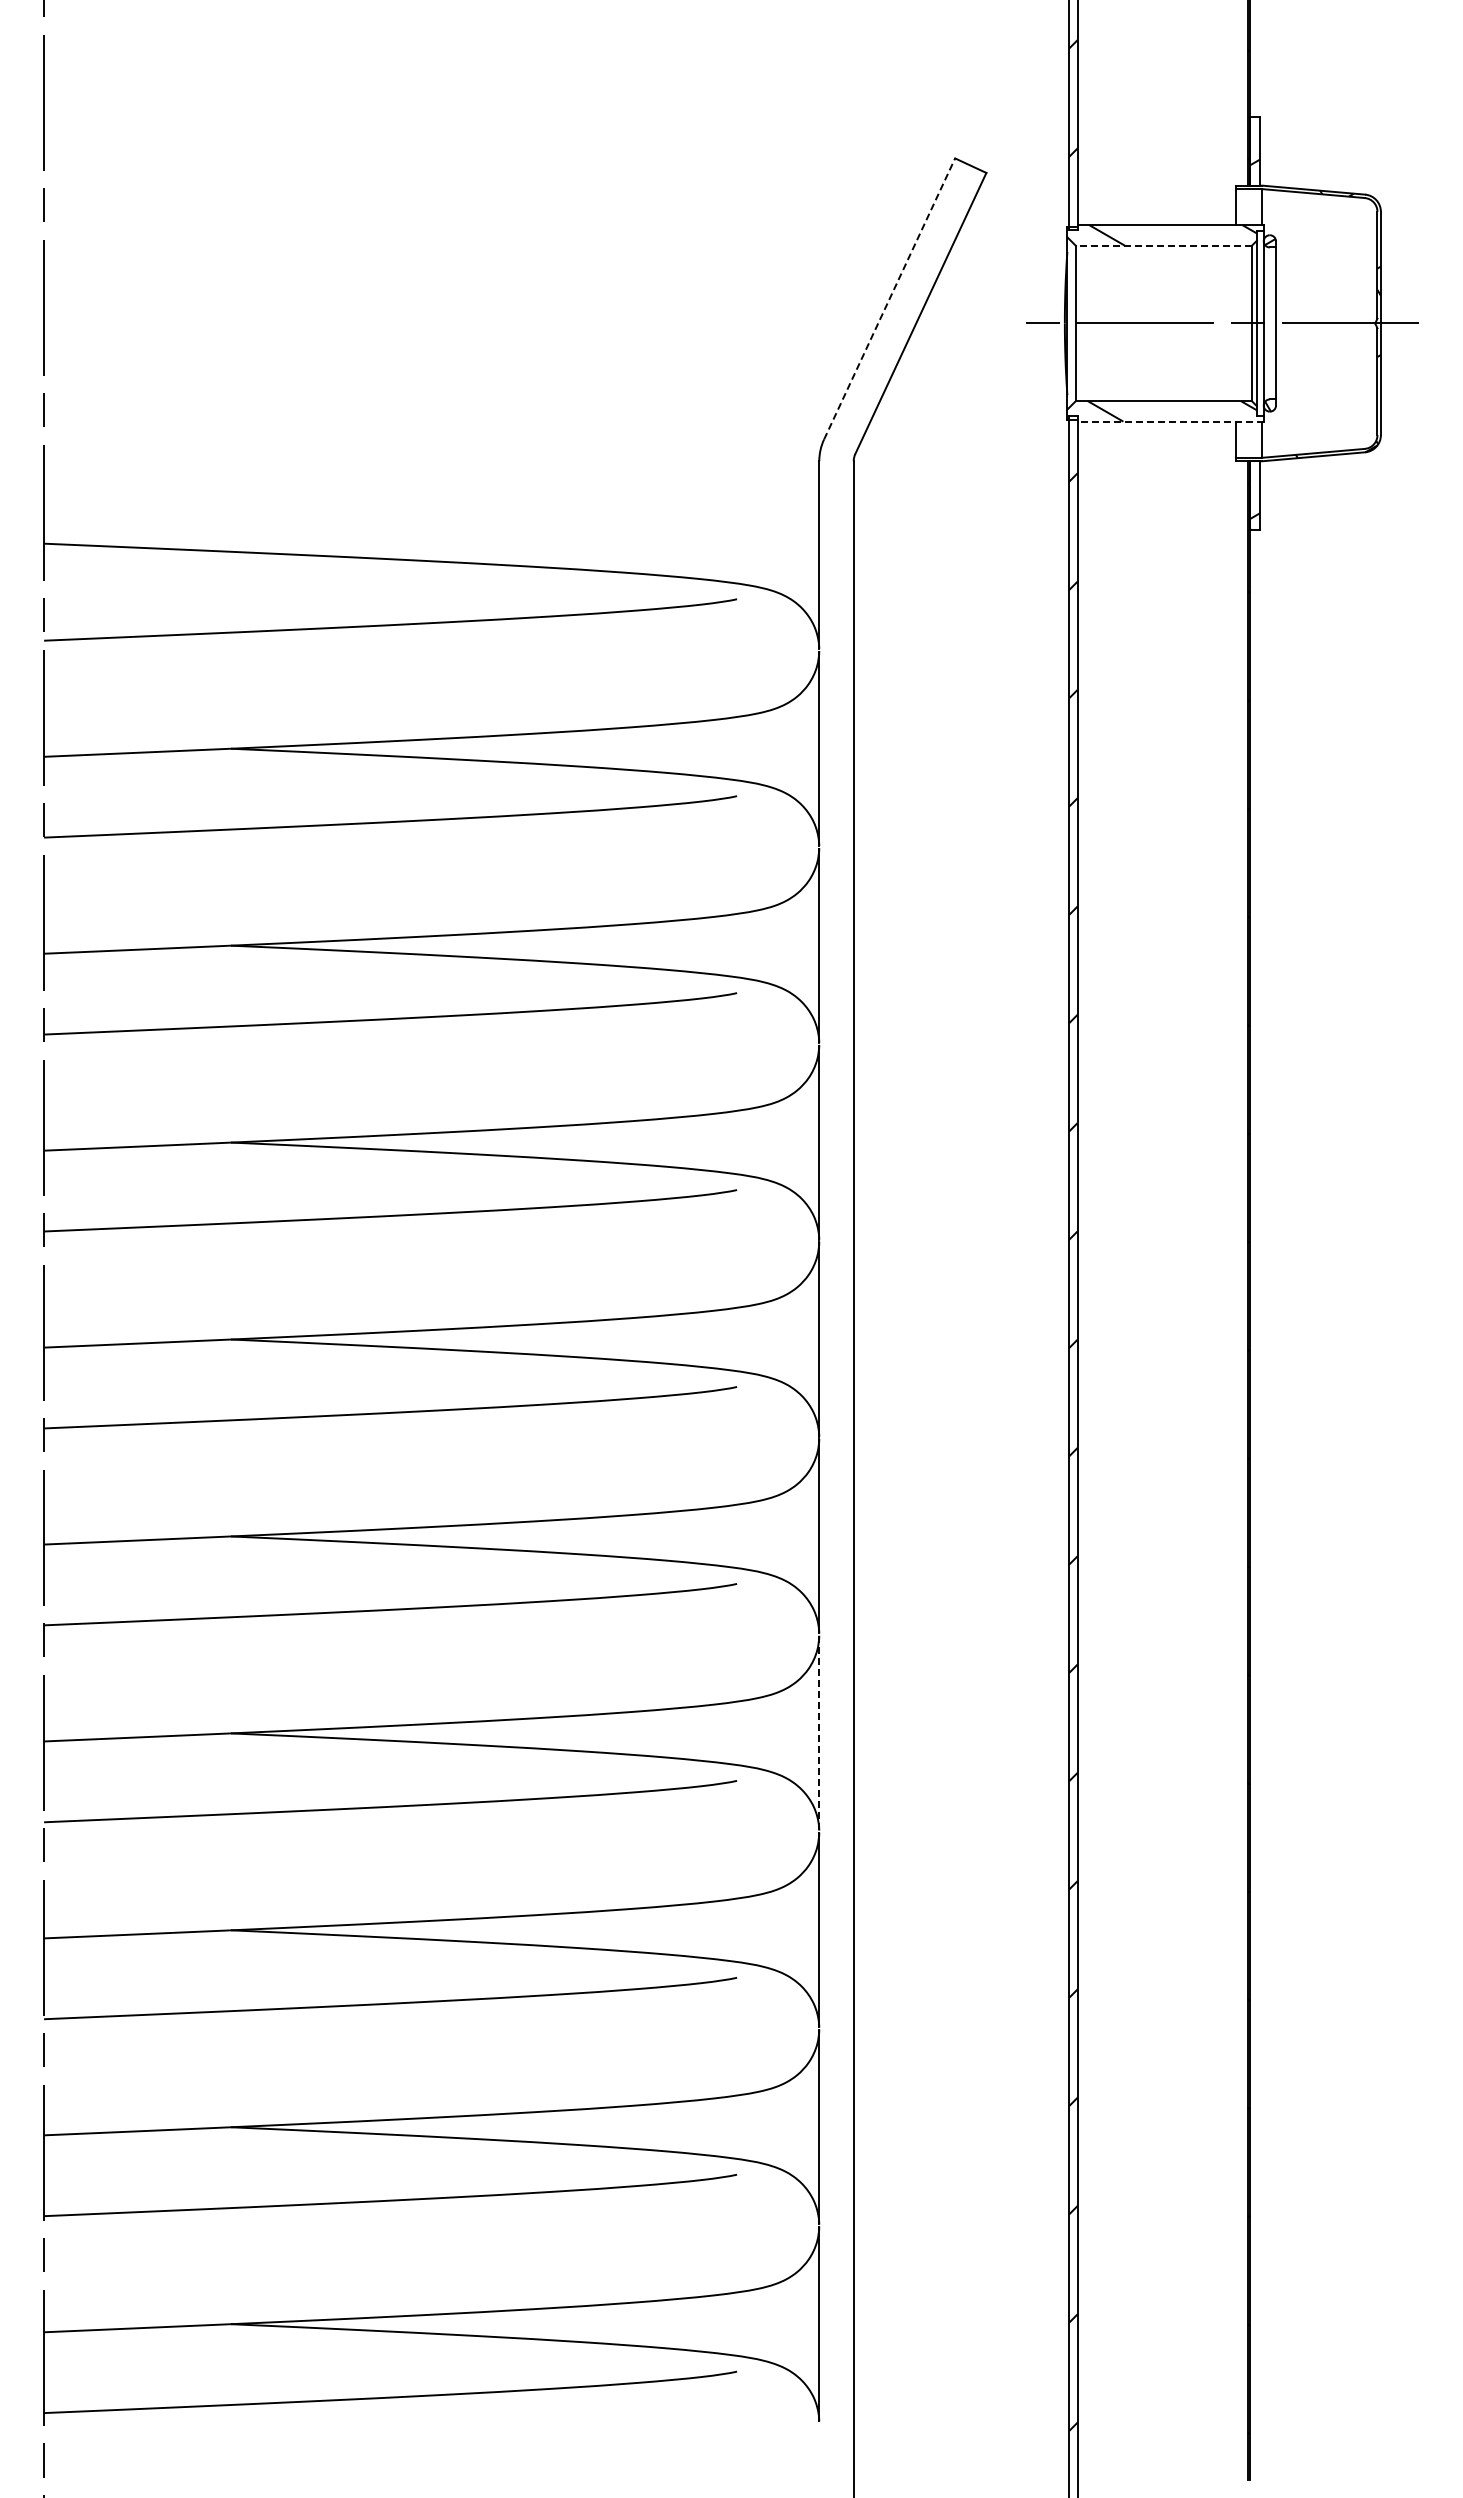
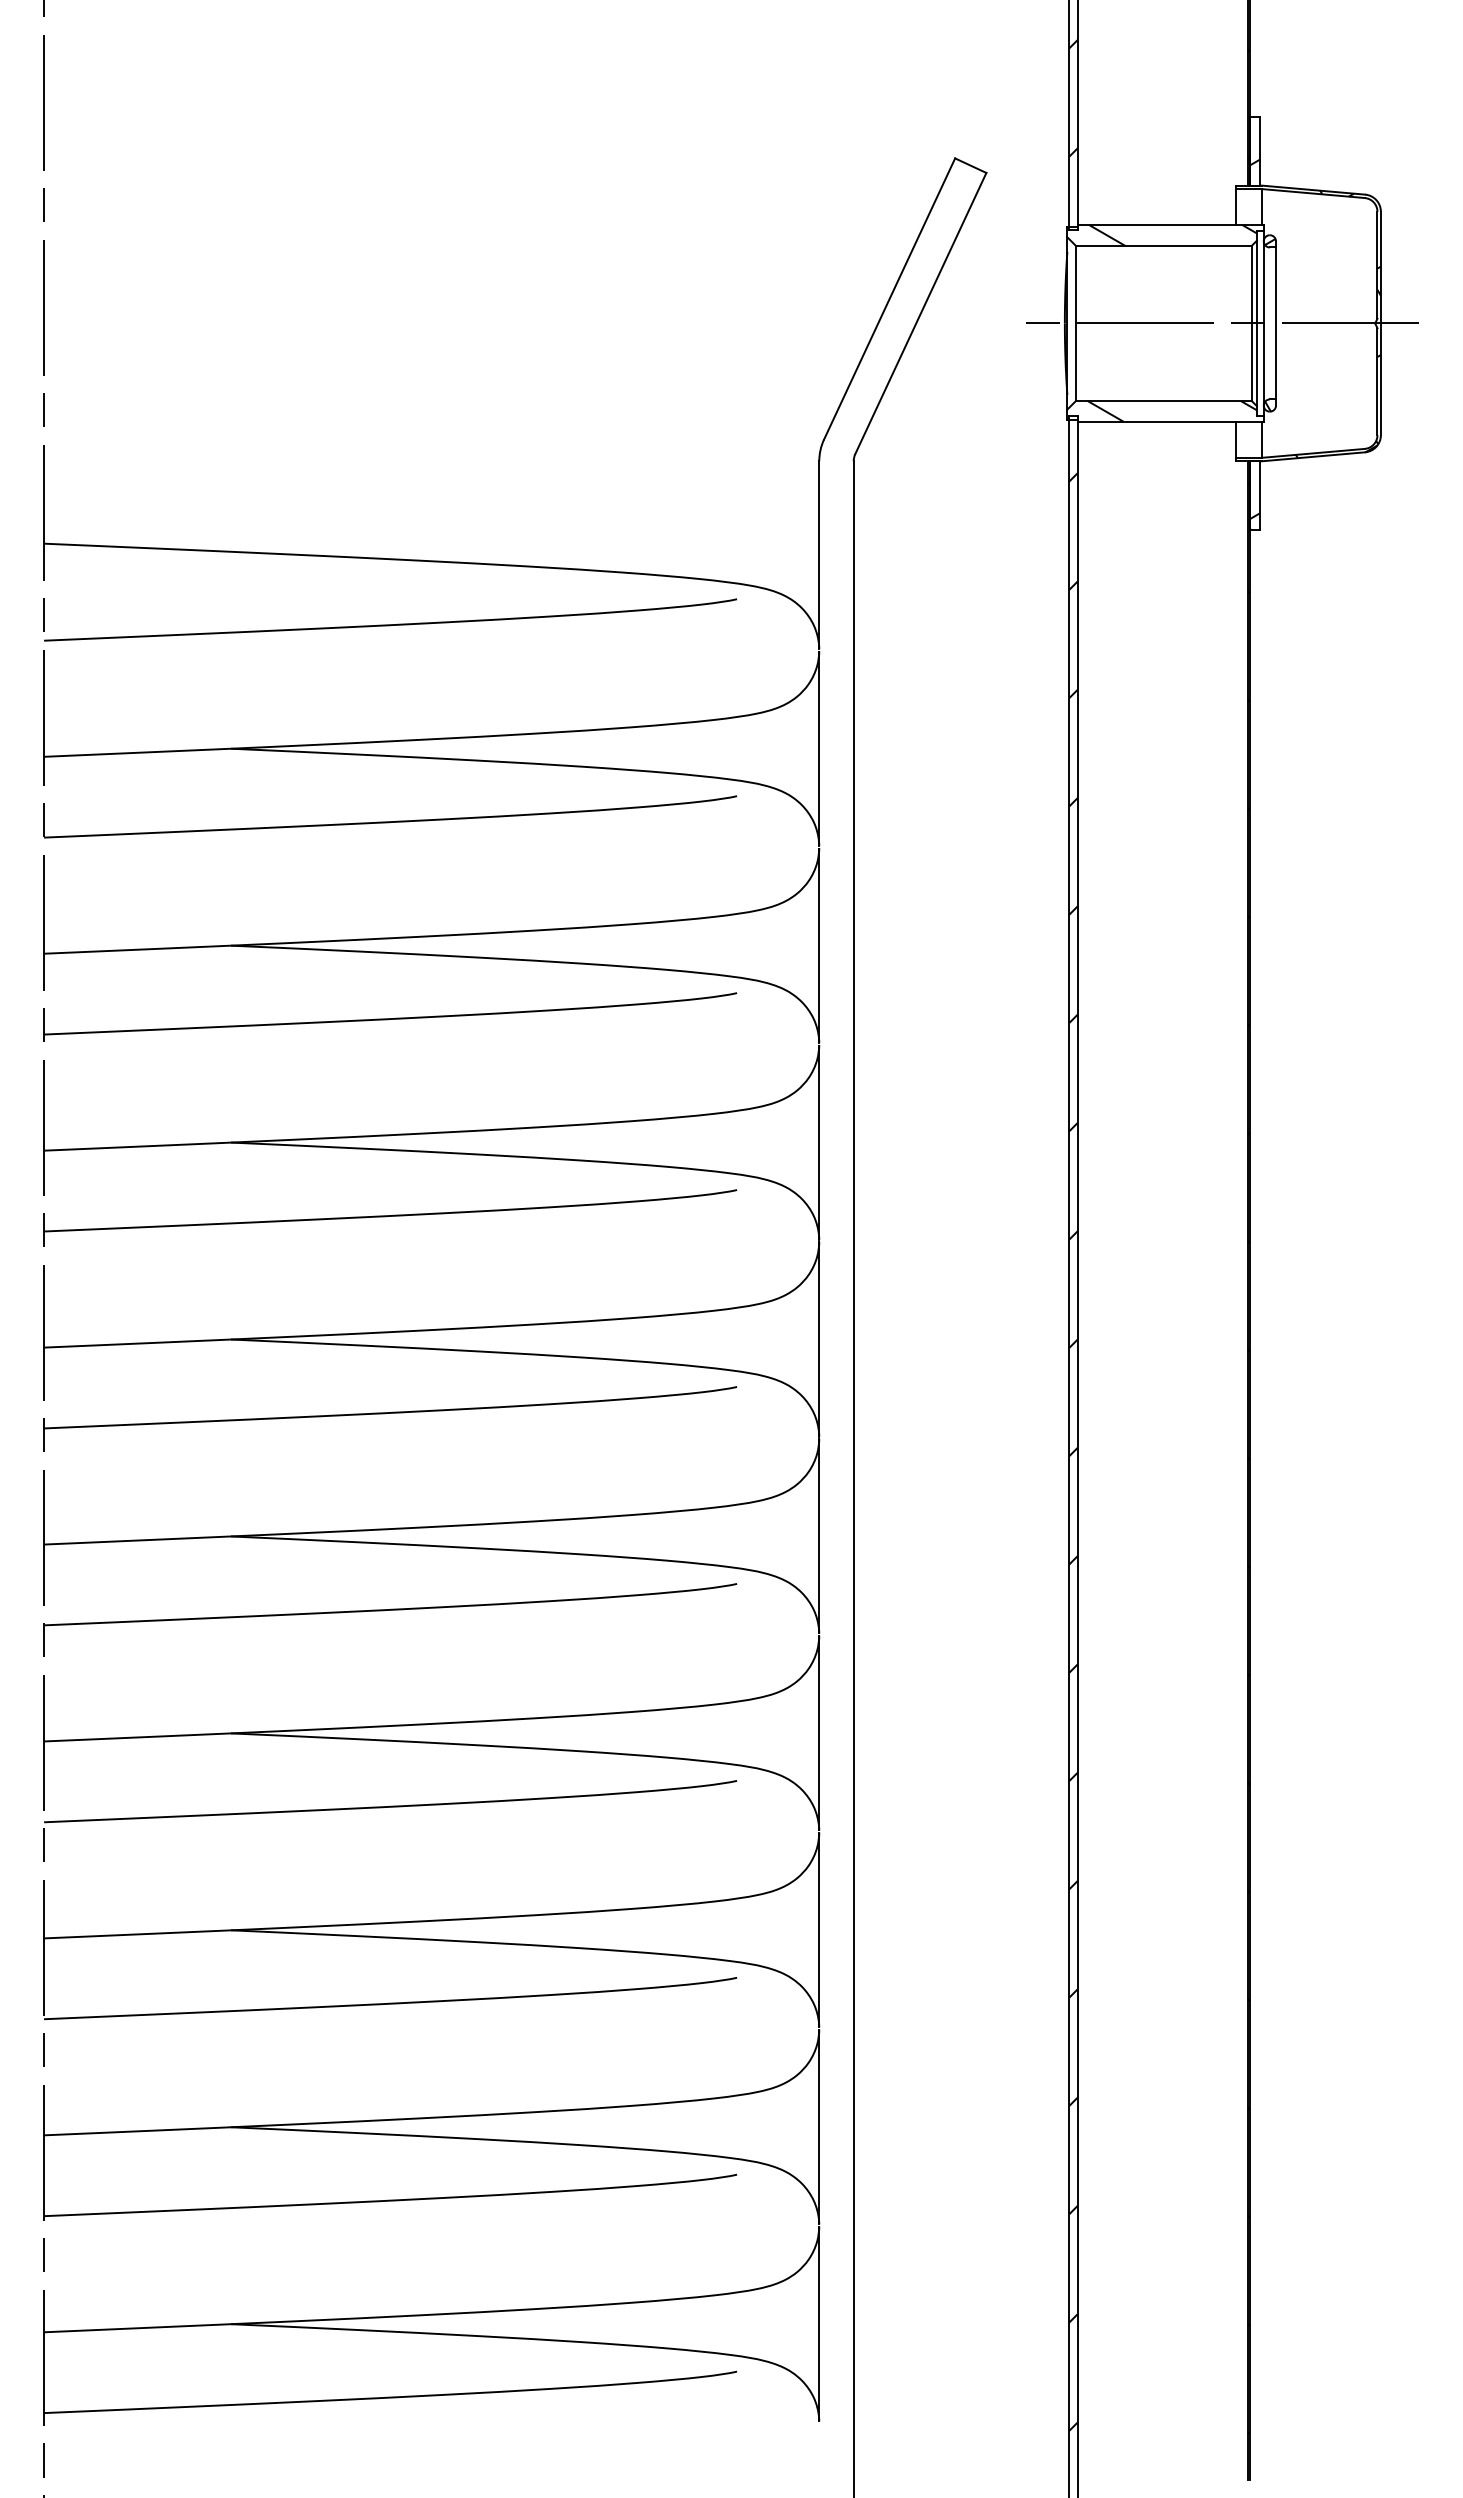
line at (1163, 245): dashed -> solid
line at (889, 298): dashed -> solid
line at (1170, 421): dashed -> solid
line at (819, 1732): dashed -> solid
